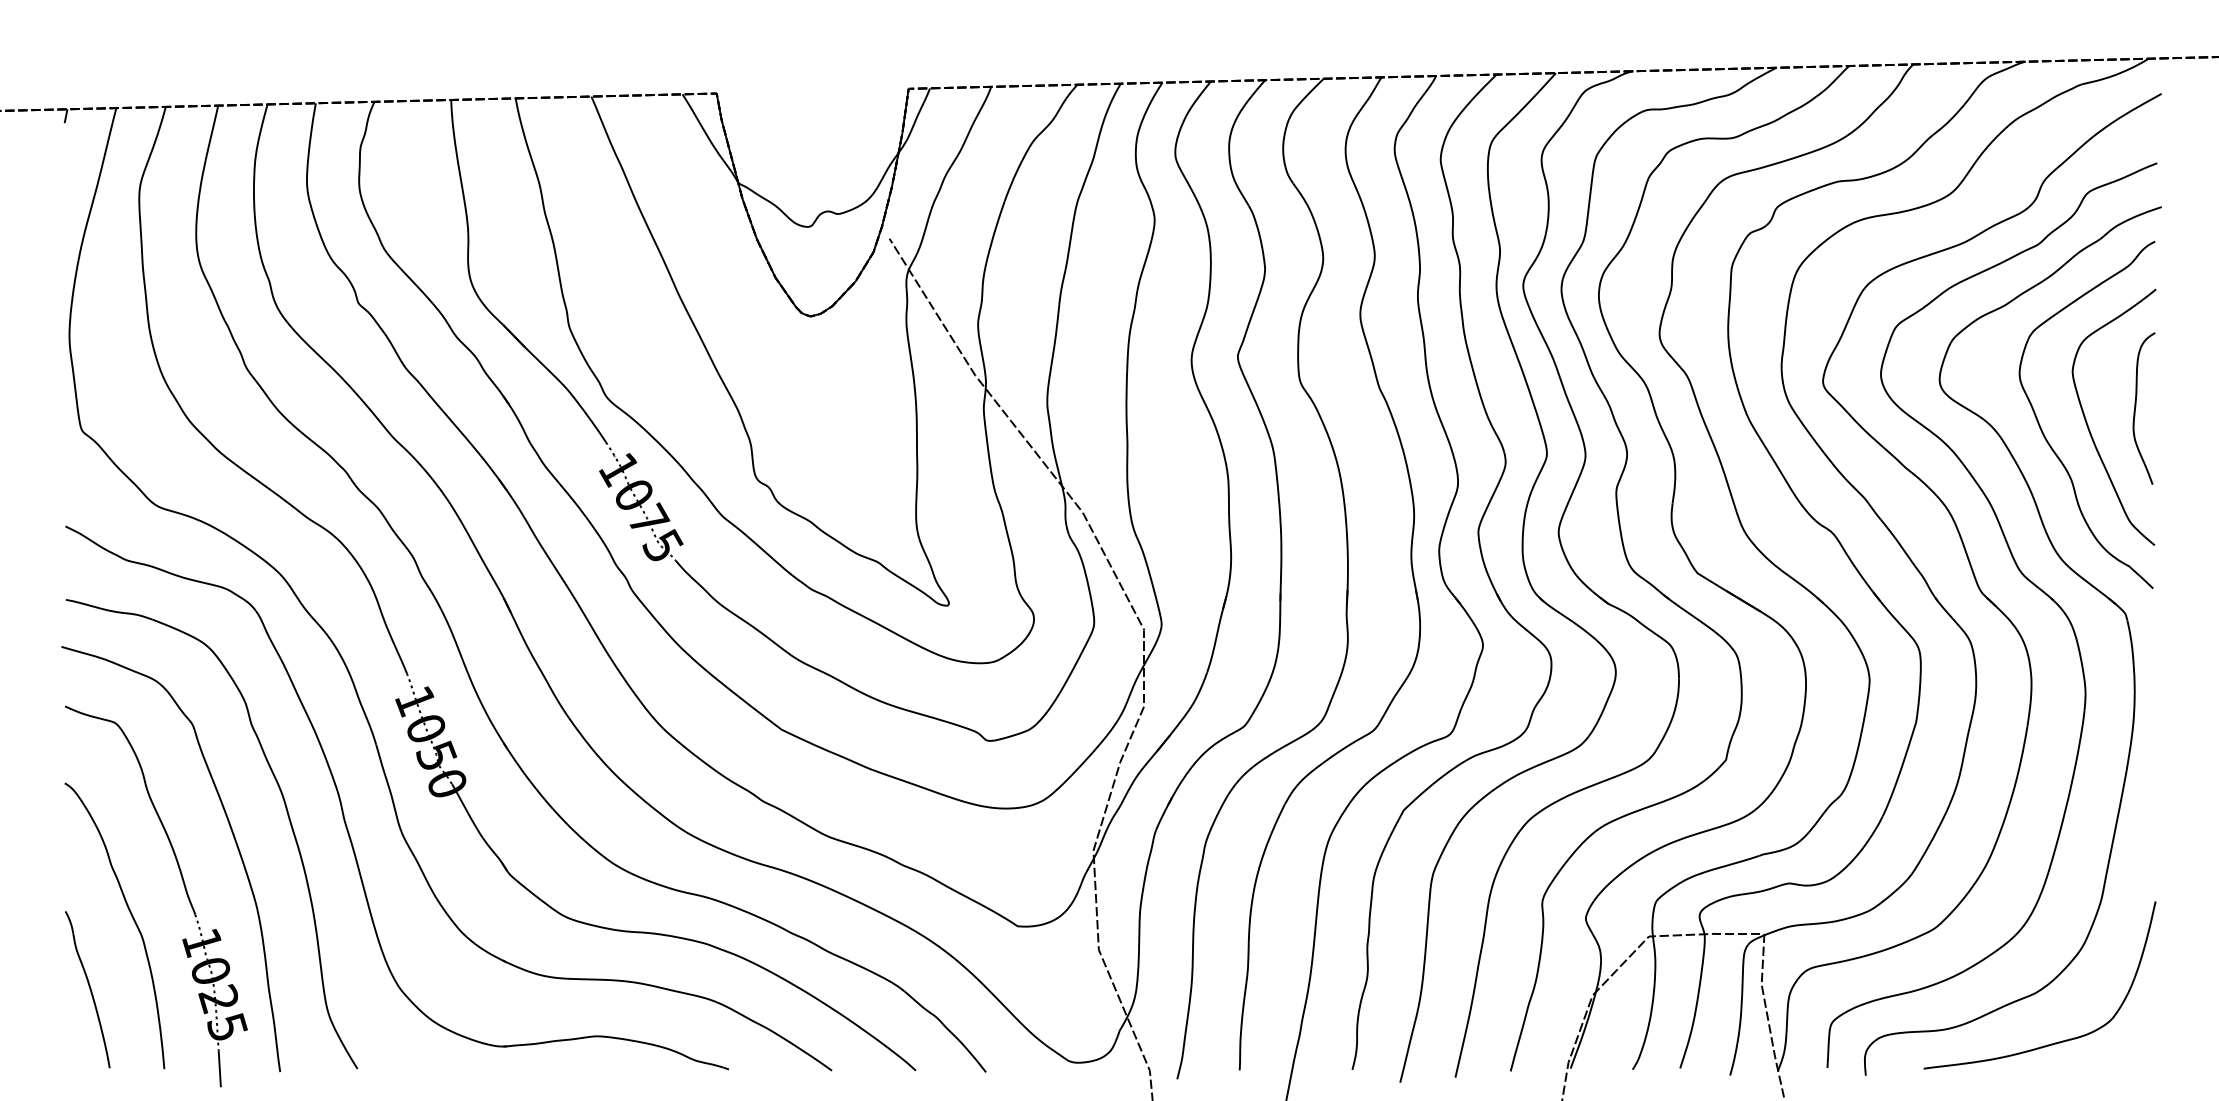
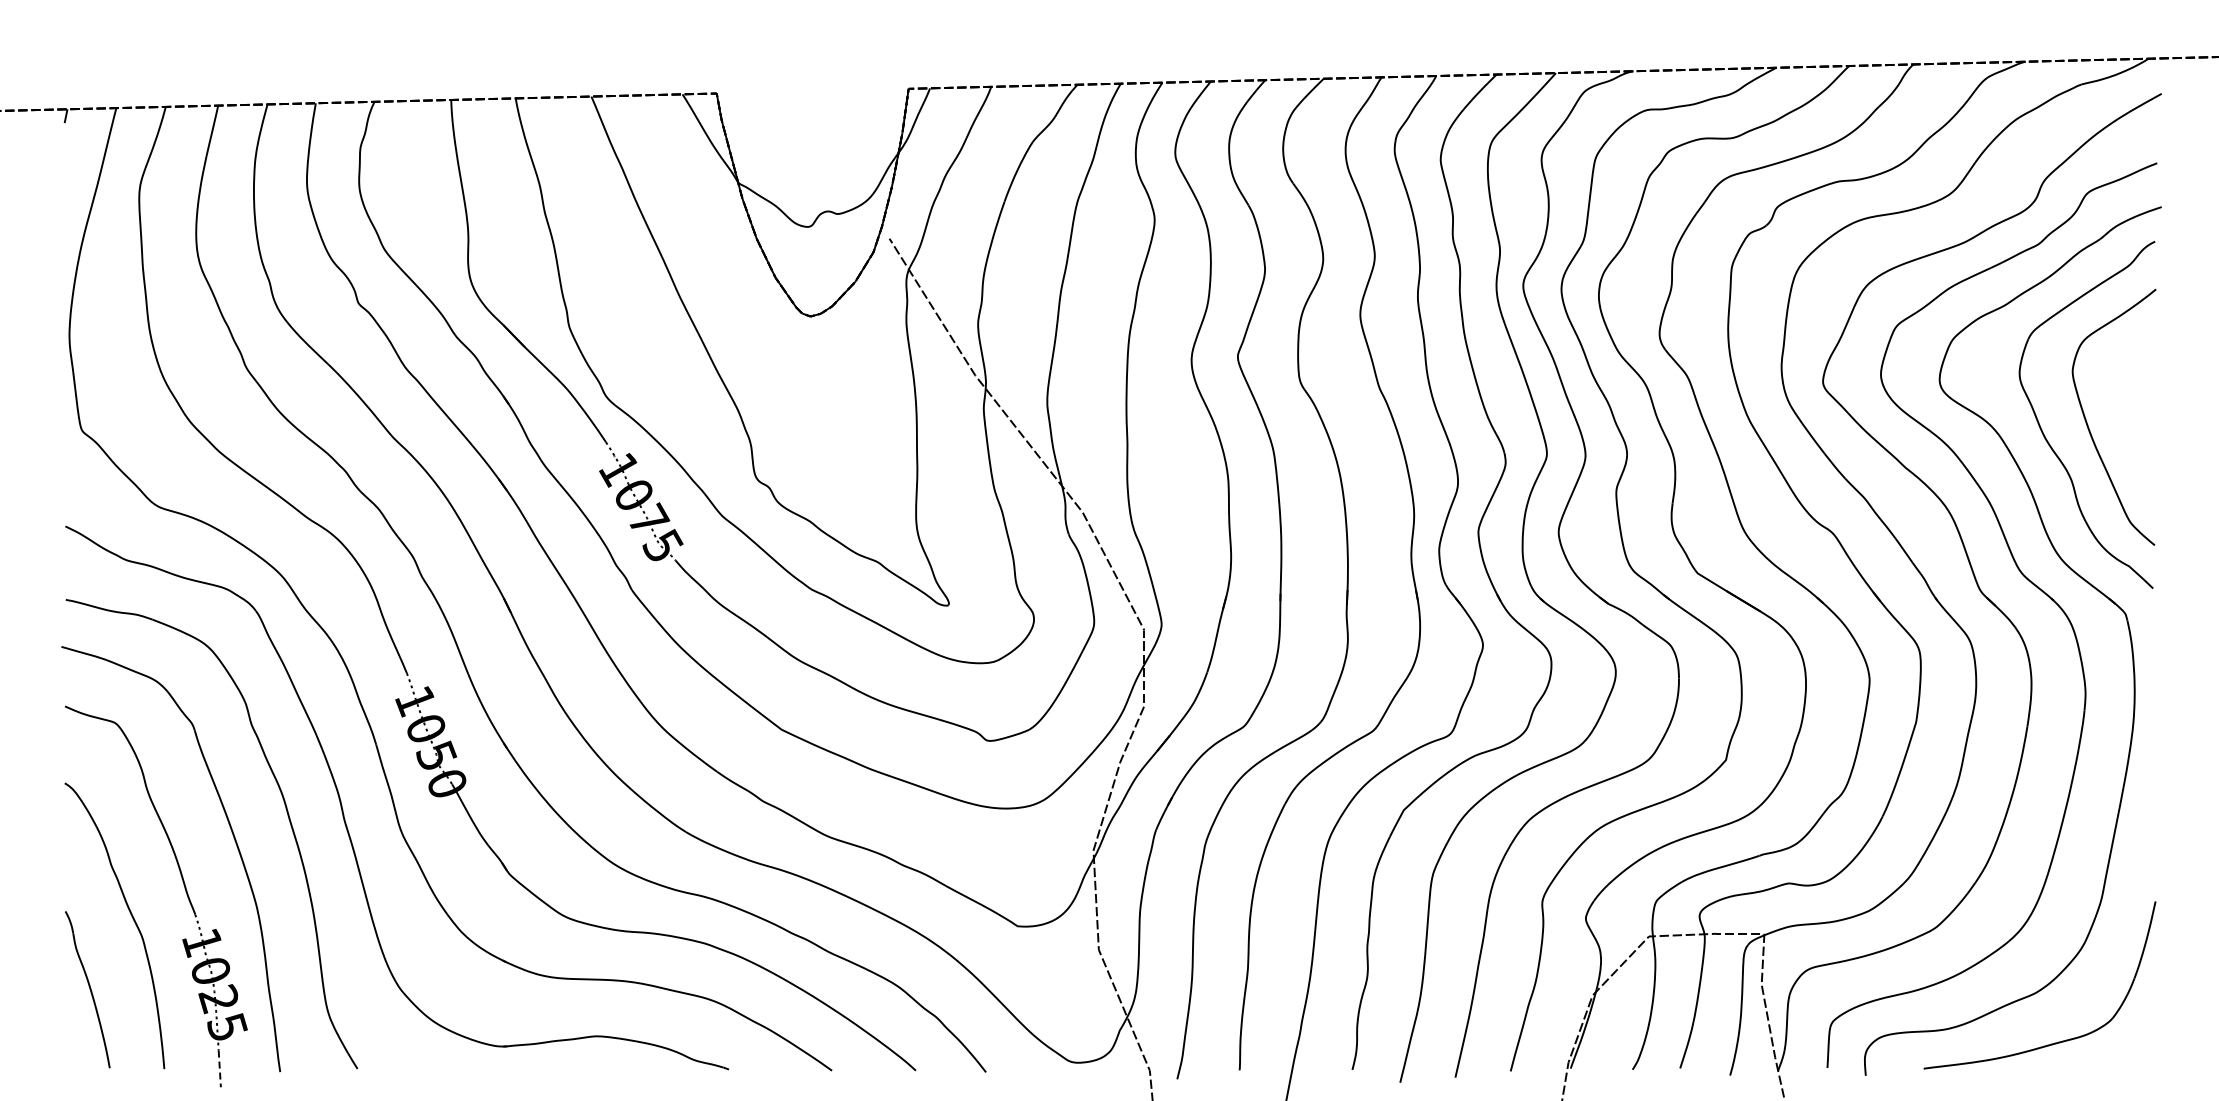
curve at (2136, 407): present -> none
line at (219, 1069): solid -> dashed
